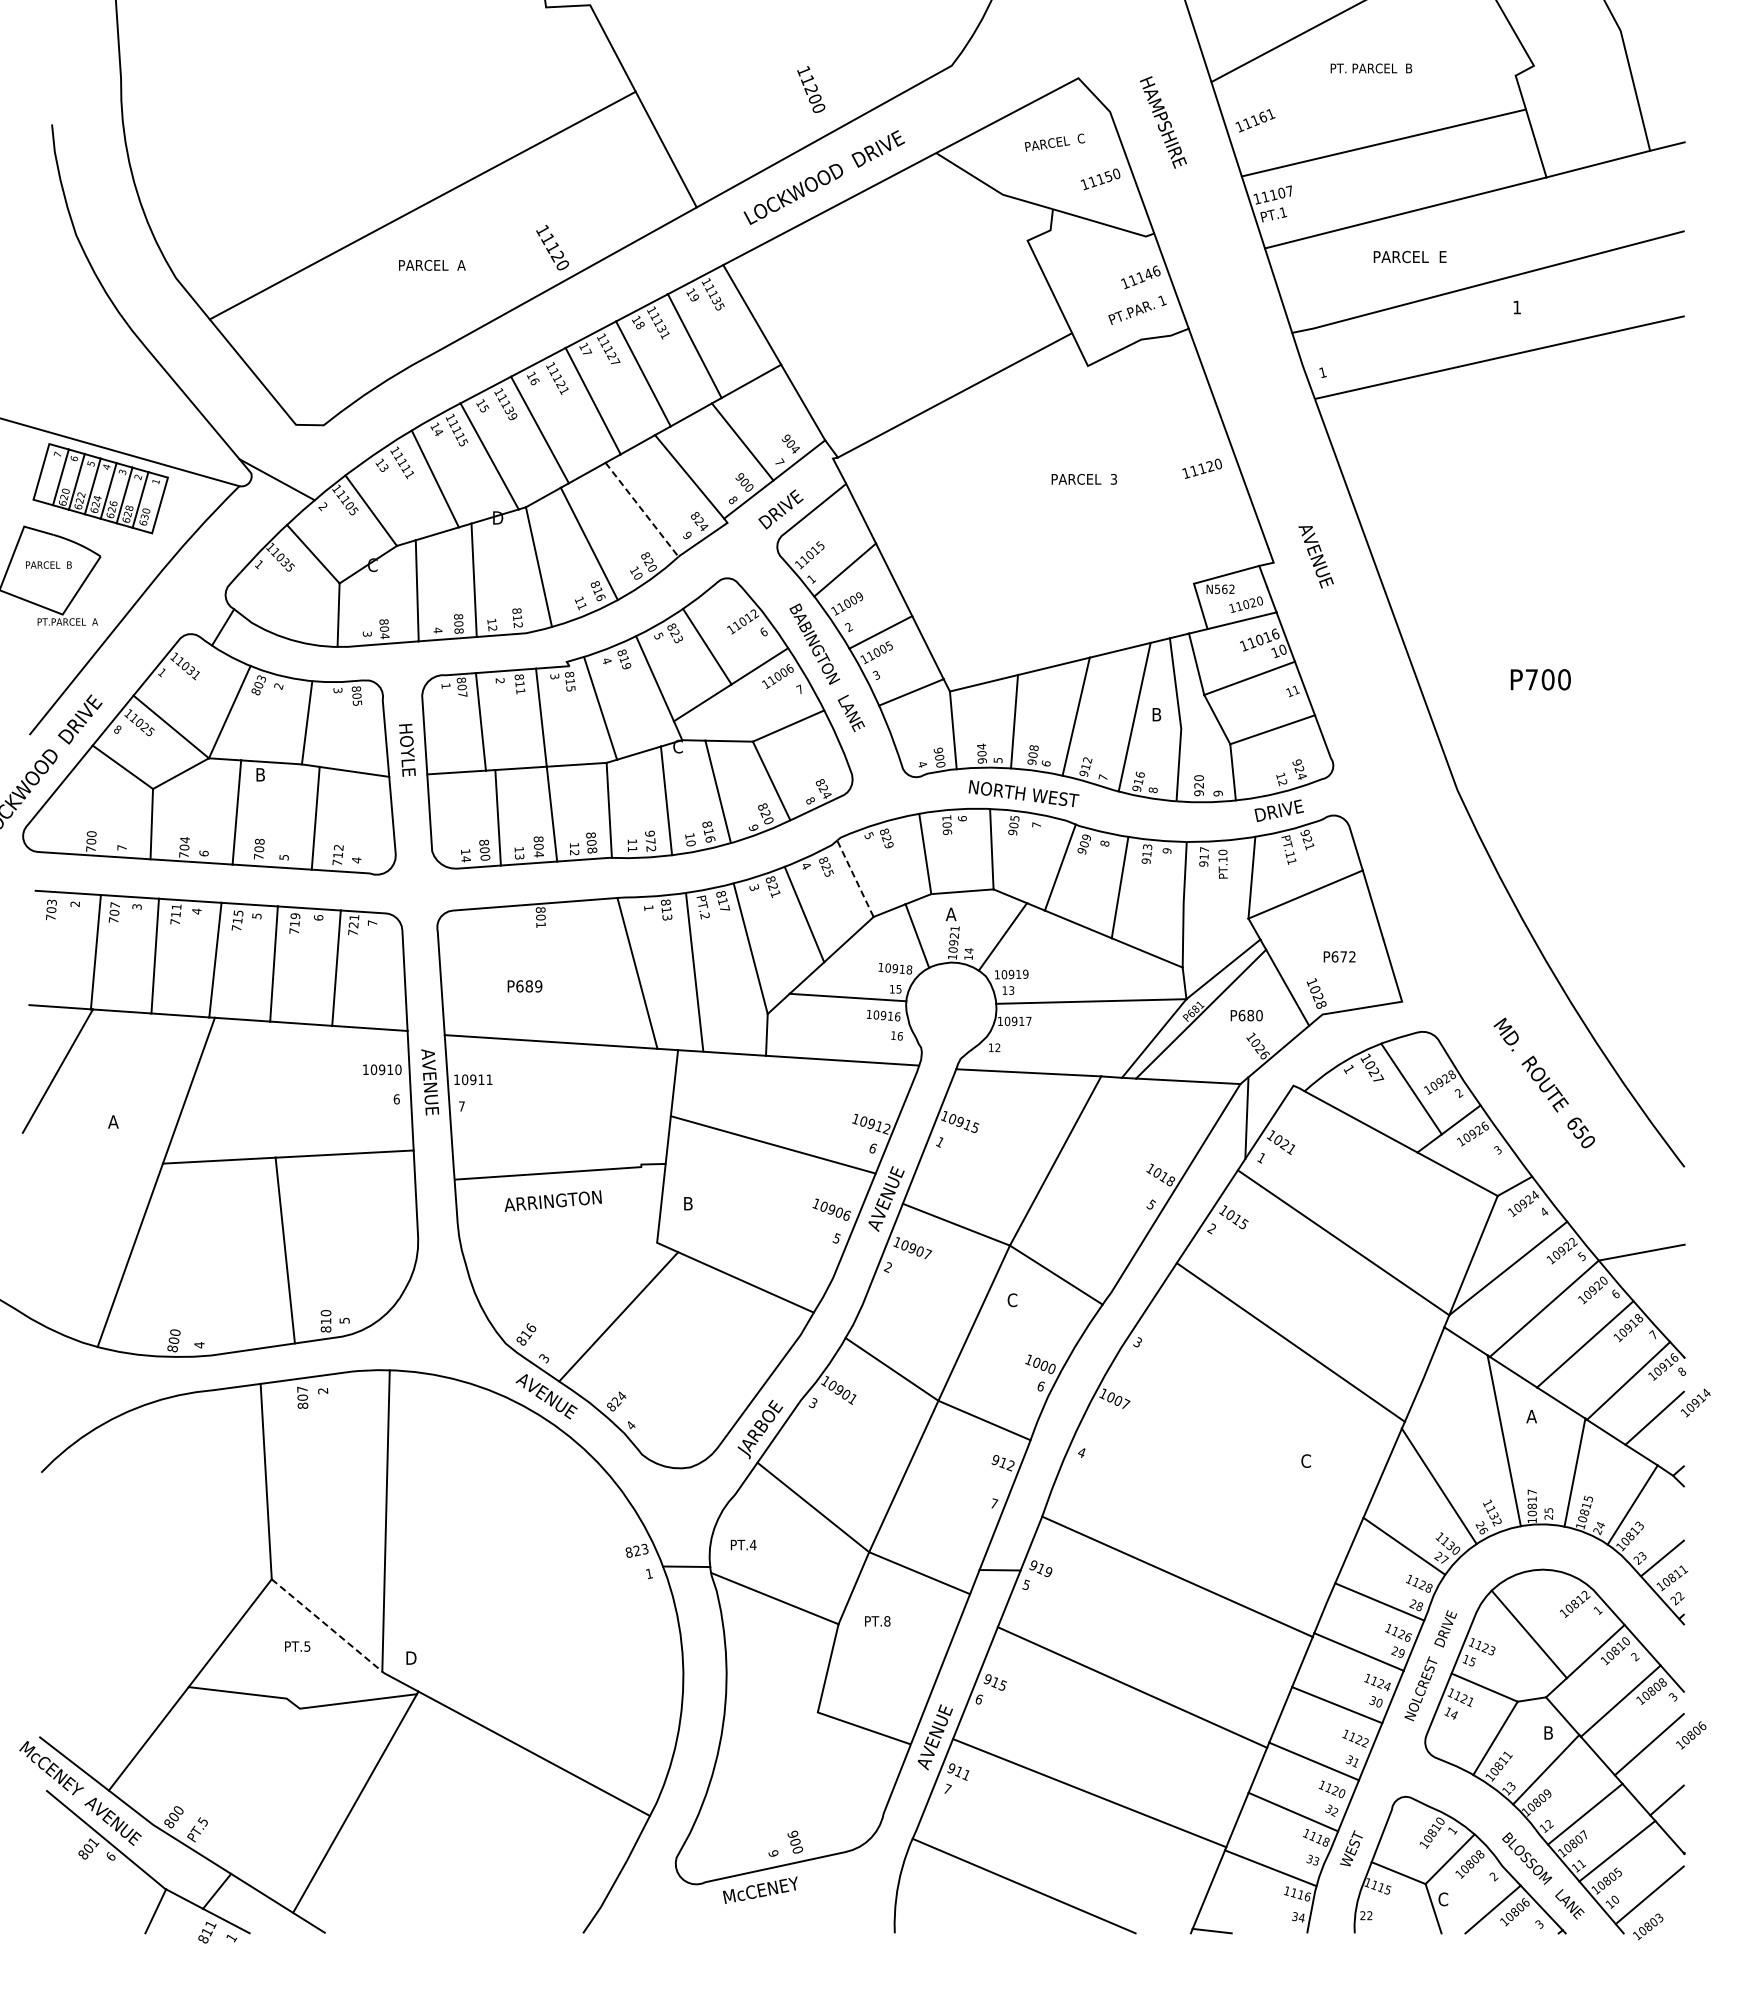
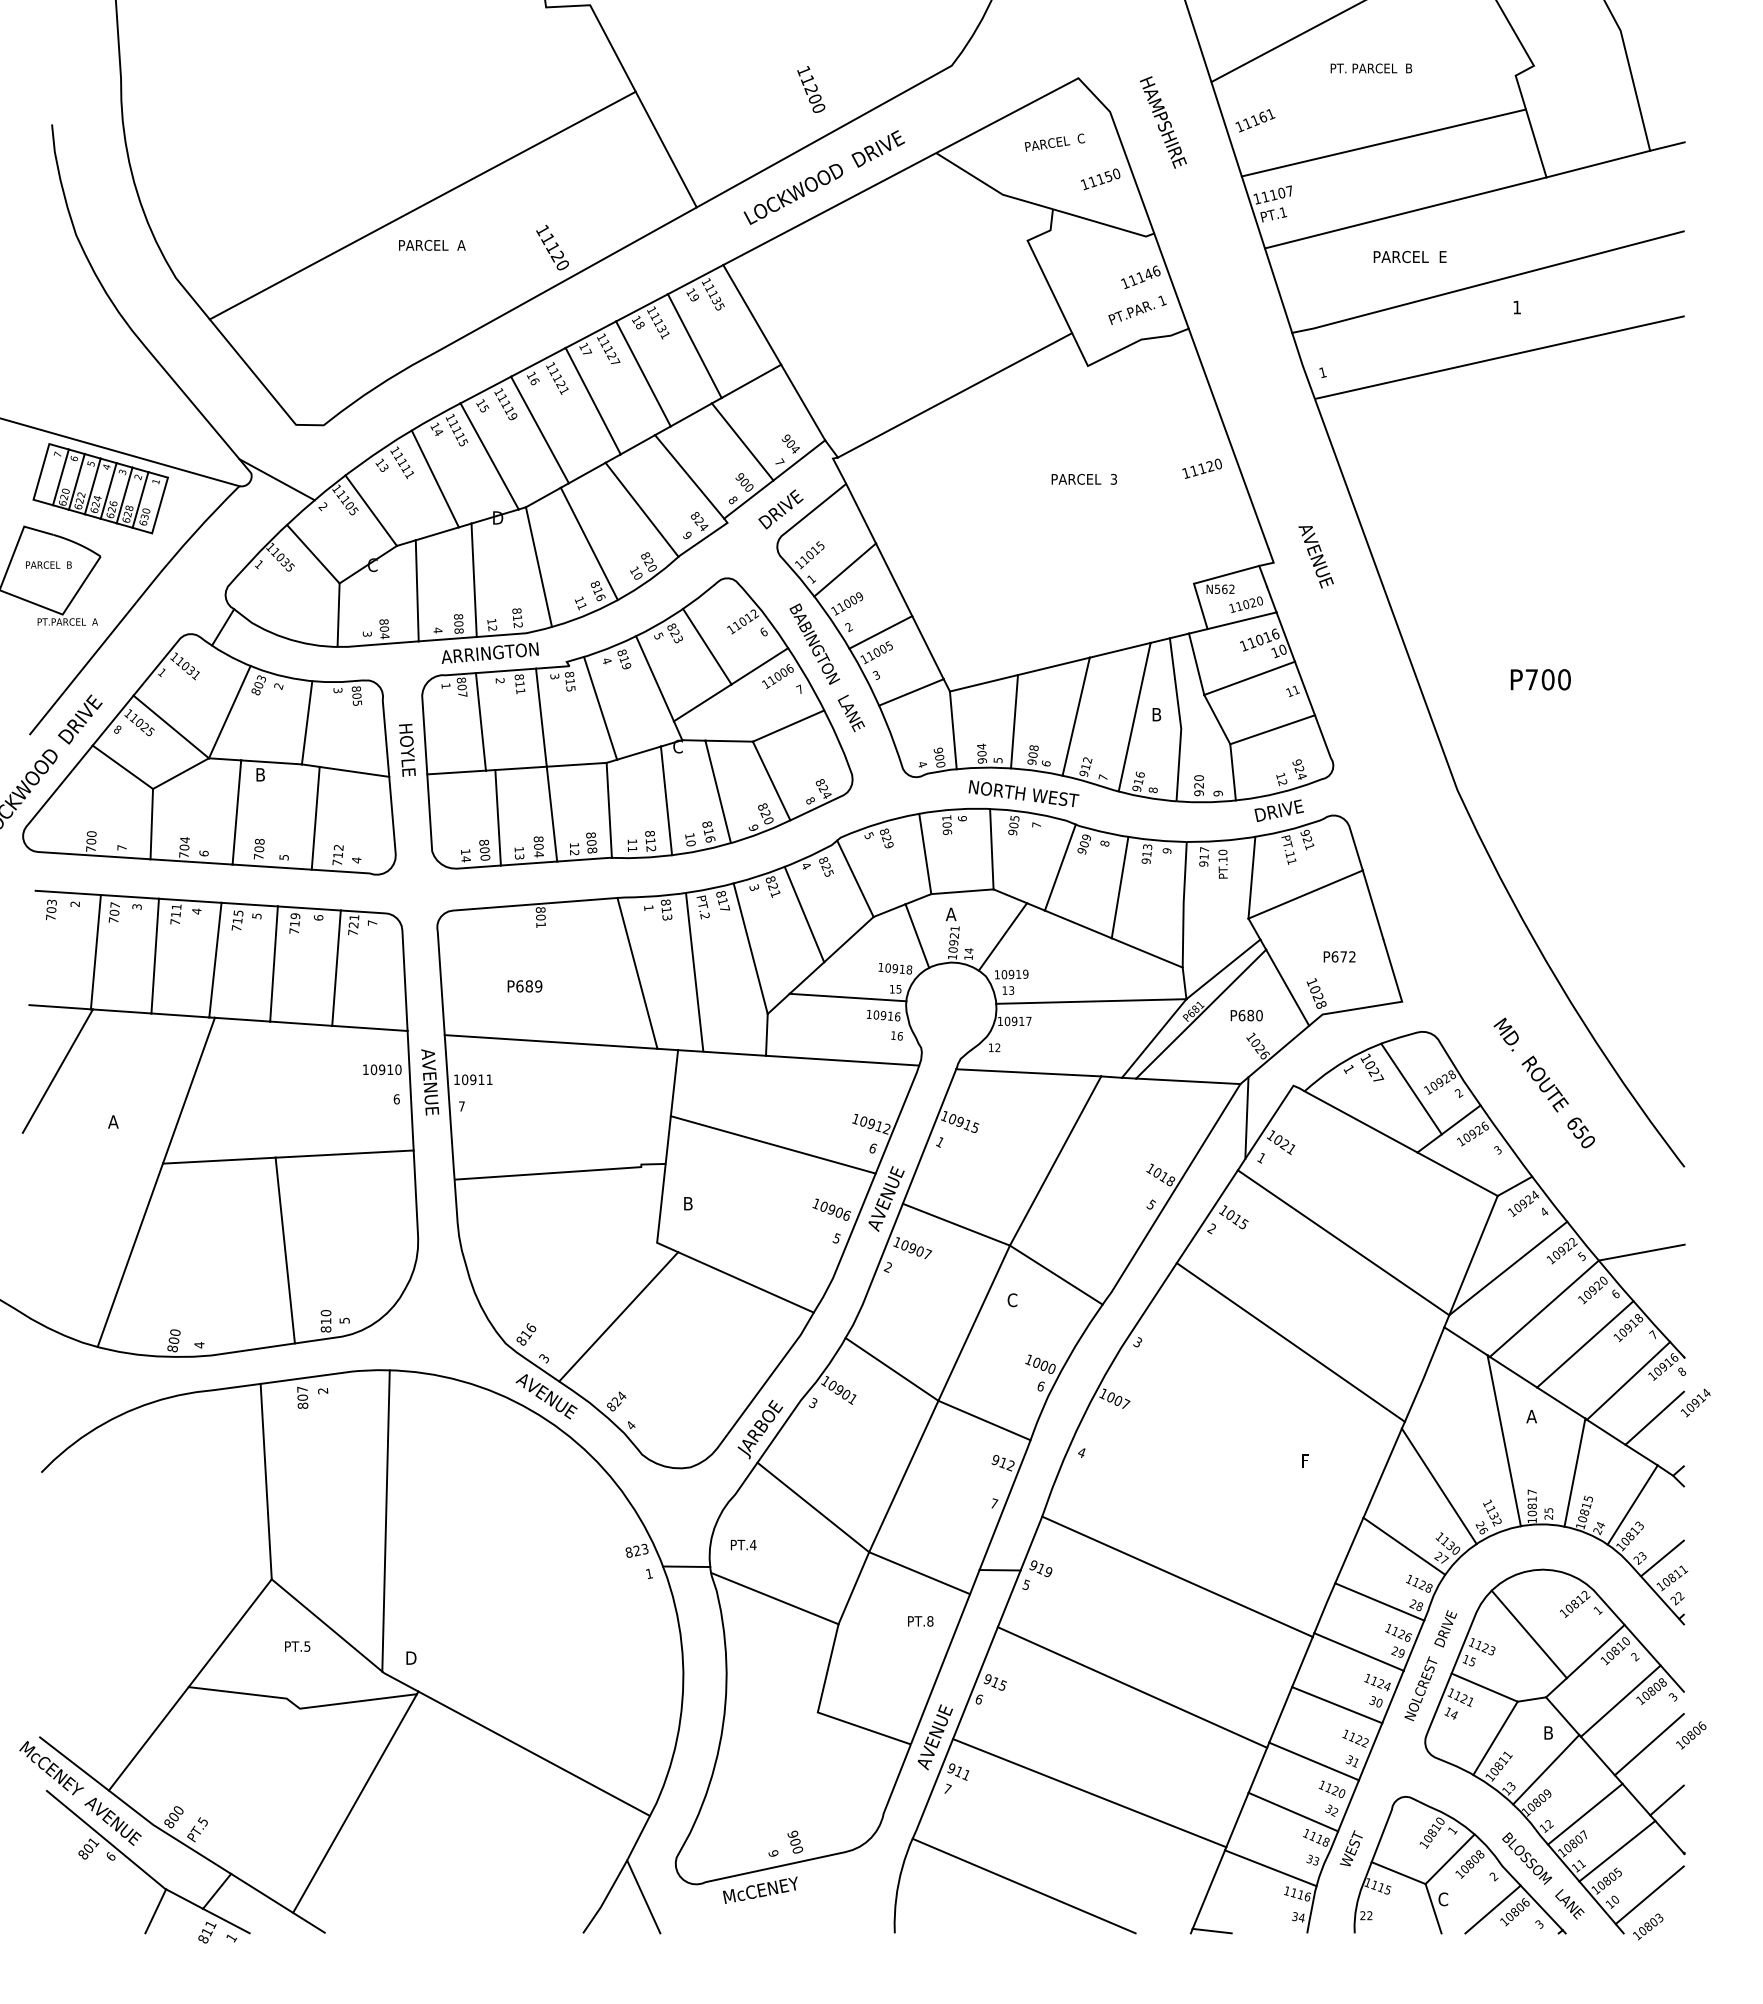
text at (432, 265) position: (432, 265) -> (432, 245)
text at (508, 410): 11139 -> 11119
line at (642, 510): dashed -> solid
text at (650, 837): 972 -> 812
line at (855, 878): dashed -> solid
text at (552, 1200) position: (552, 1200) -> (489, 652)
text at (1305, 1460): C -> F
text at (877, 1621) position: (877, 1621) -> (920, 1621)
line at (327, 1625): dashed -> solid
line at (643, 1896): none -> present
